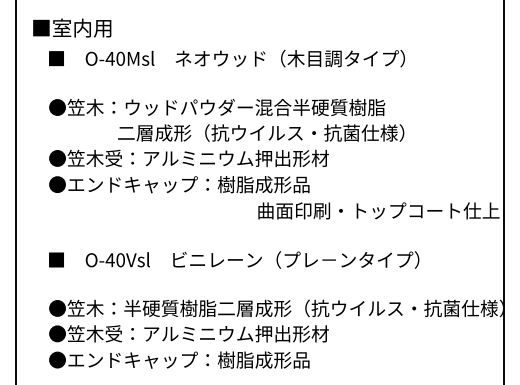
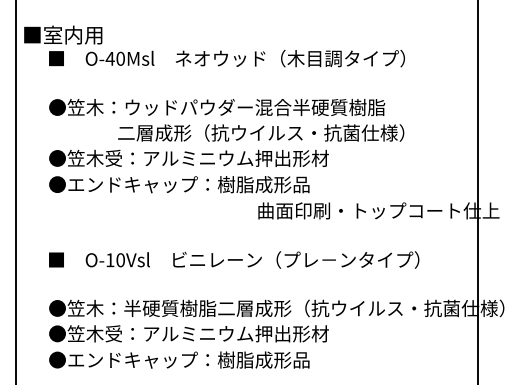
text at (72, 27) position: (72, 27) -> (63, 34)
line at (504, 191) position: (504, 191) -> (478, 191)
text at (109, 260): O-40Vsl -> O-10Vsl
